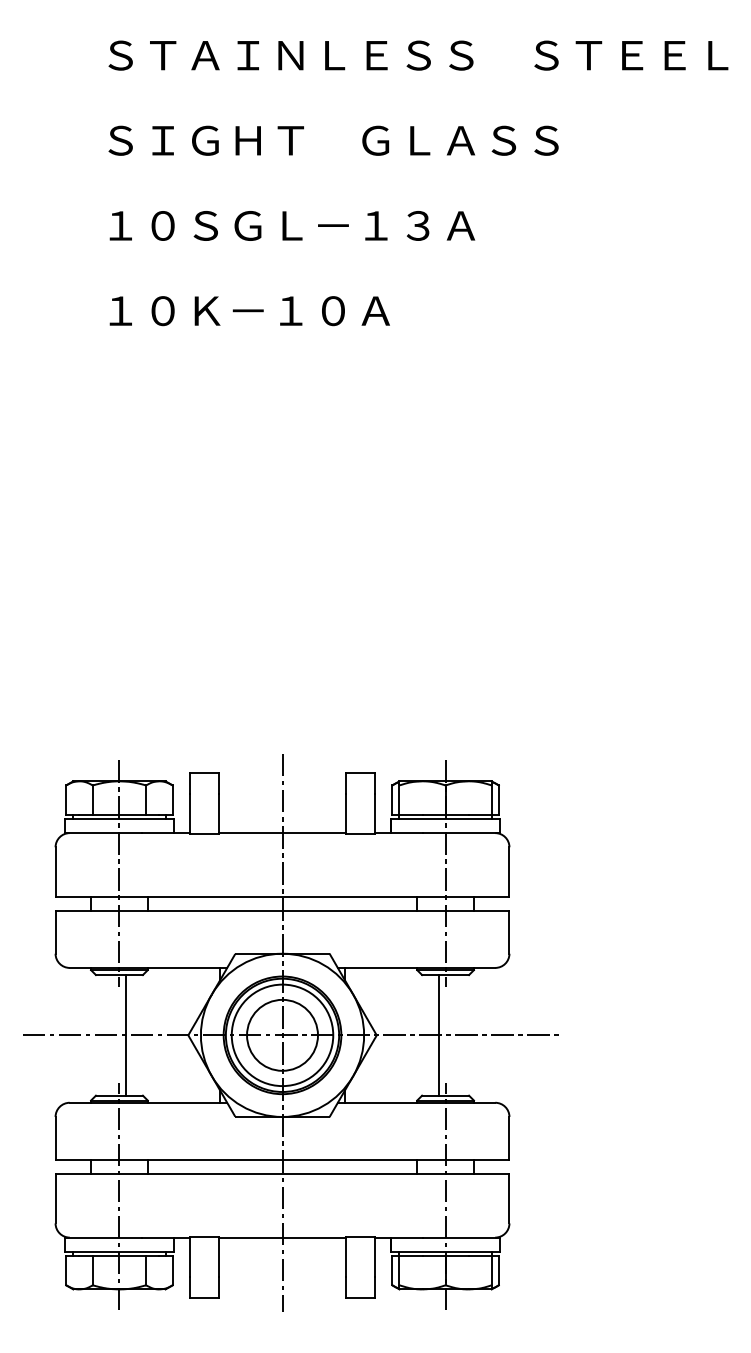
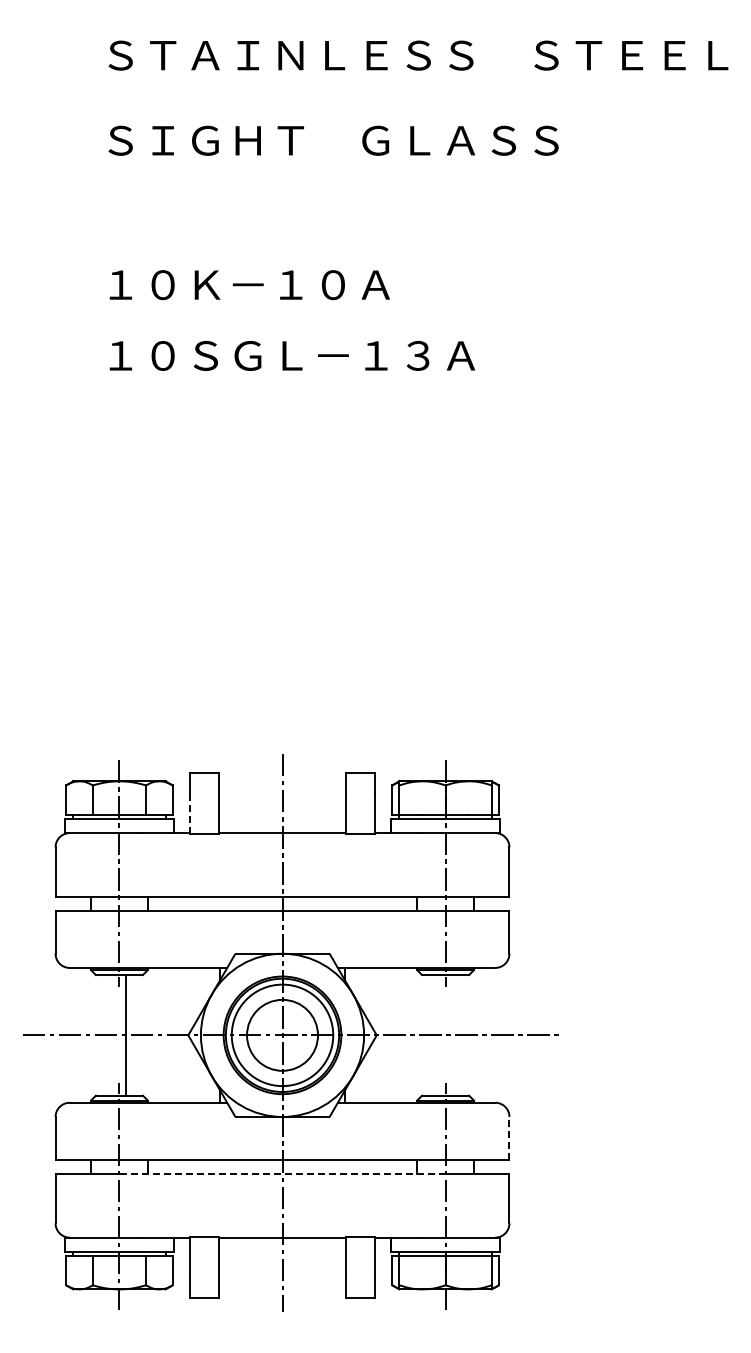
text at (292, 225) position: (292, 225) -> (292, 355)
text at (249, 311) position: (249, 311) -> (249, 285)
line at (190, 813): solid -> dashed
line at (438, 1035): present -> none
line at (509, 1137): solid -> dashed
line at (282, 1173): solid -> dashed
